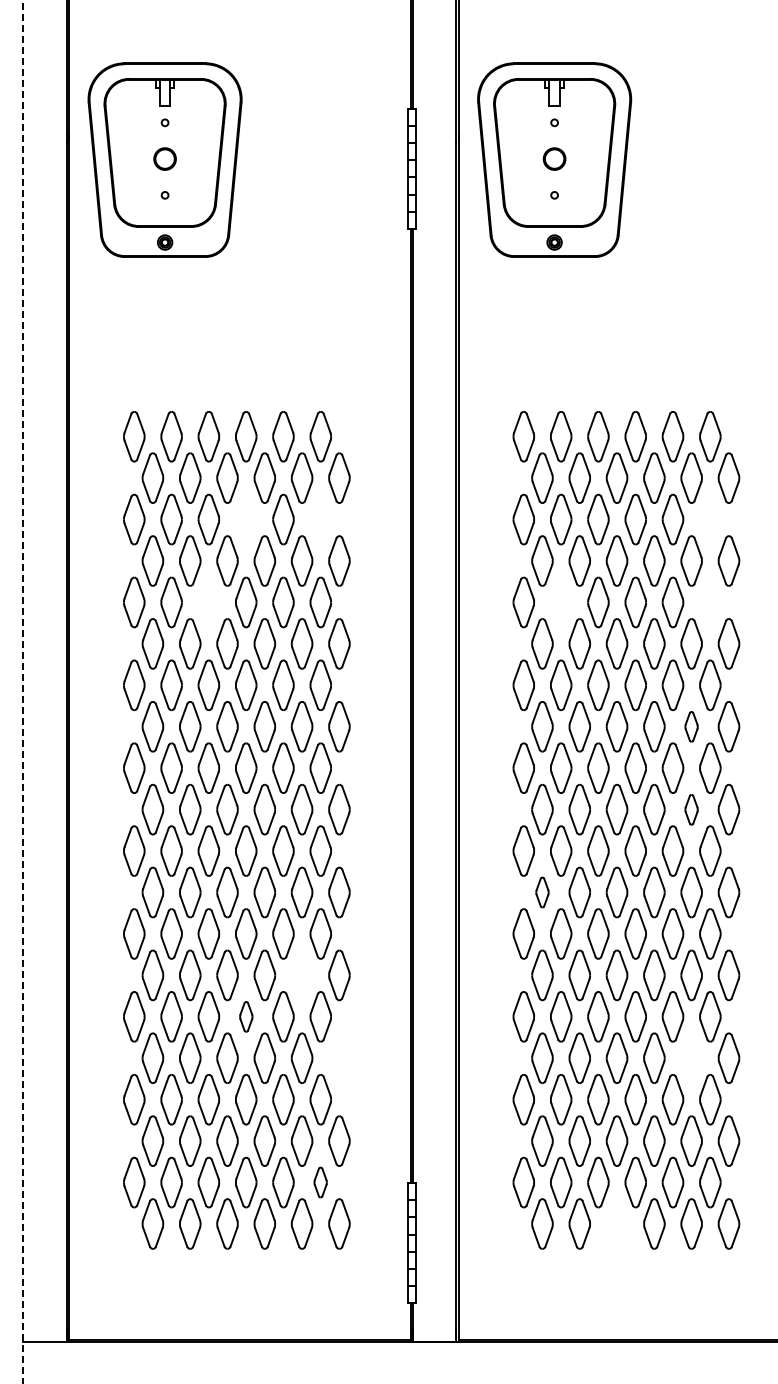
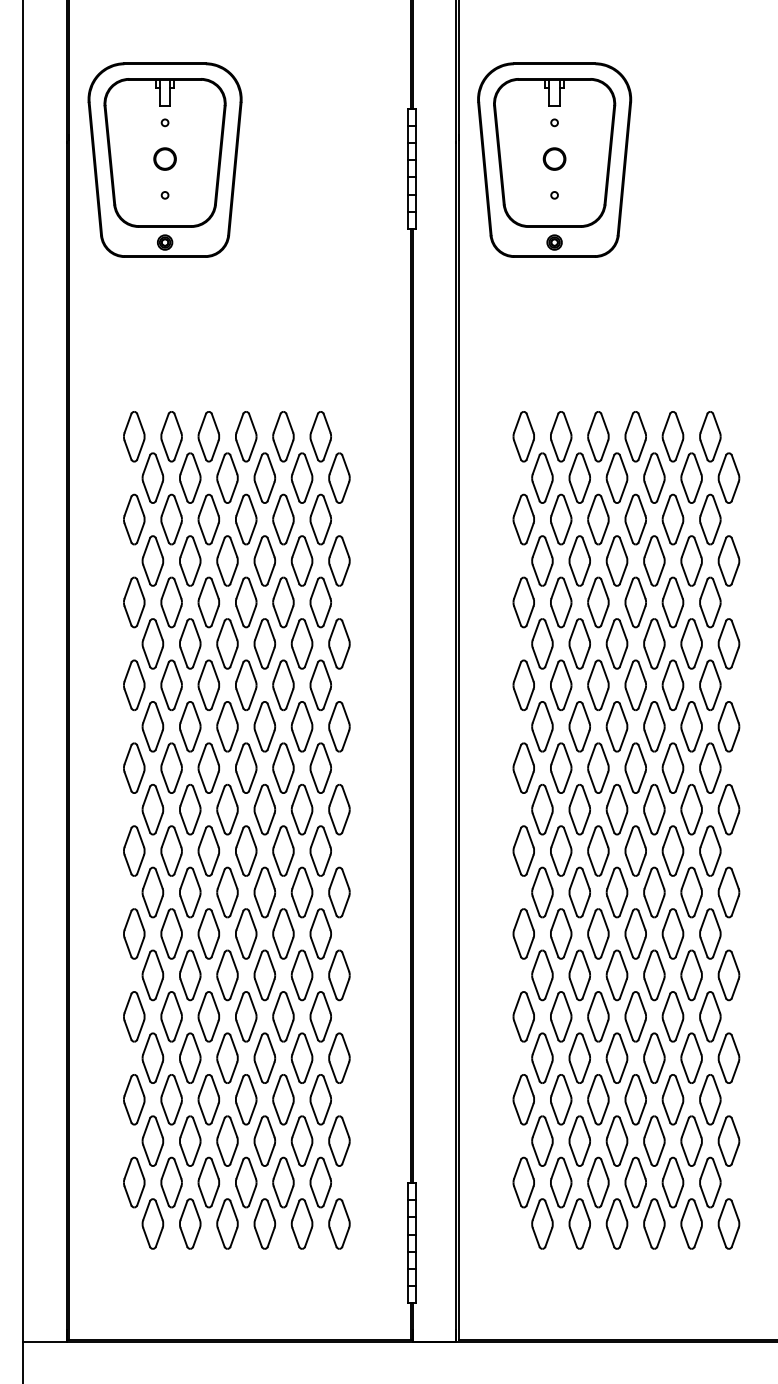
part at (246, 519): none -> present
part at (320, 519): none -> present
part at (710, 519): none -> present
part at (208, 602): none -> present
part at (561, 602): none -> present
part at (710, 602): none -> present
line at (23, 692): dashed -> solid
part at (691, 726) size: 15x32 px -> 23x52 px
part at (691, 809) size: 15x32 px -> 23x52 px
part at (542, 892) size: 15x33 px -> 23x53 px
part at (301, 975): none -> present
part at (246, 1016) size: 15x32 px -> 23x52 px
part at (339, 1057): none -> present
part at (691, 1057): none -> present
part at (320, 1182) size: 15x33 px -> 23x53 px
part at (616, 1223): none -> present
